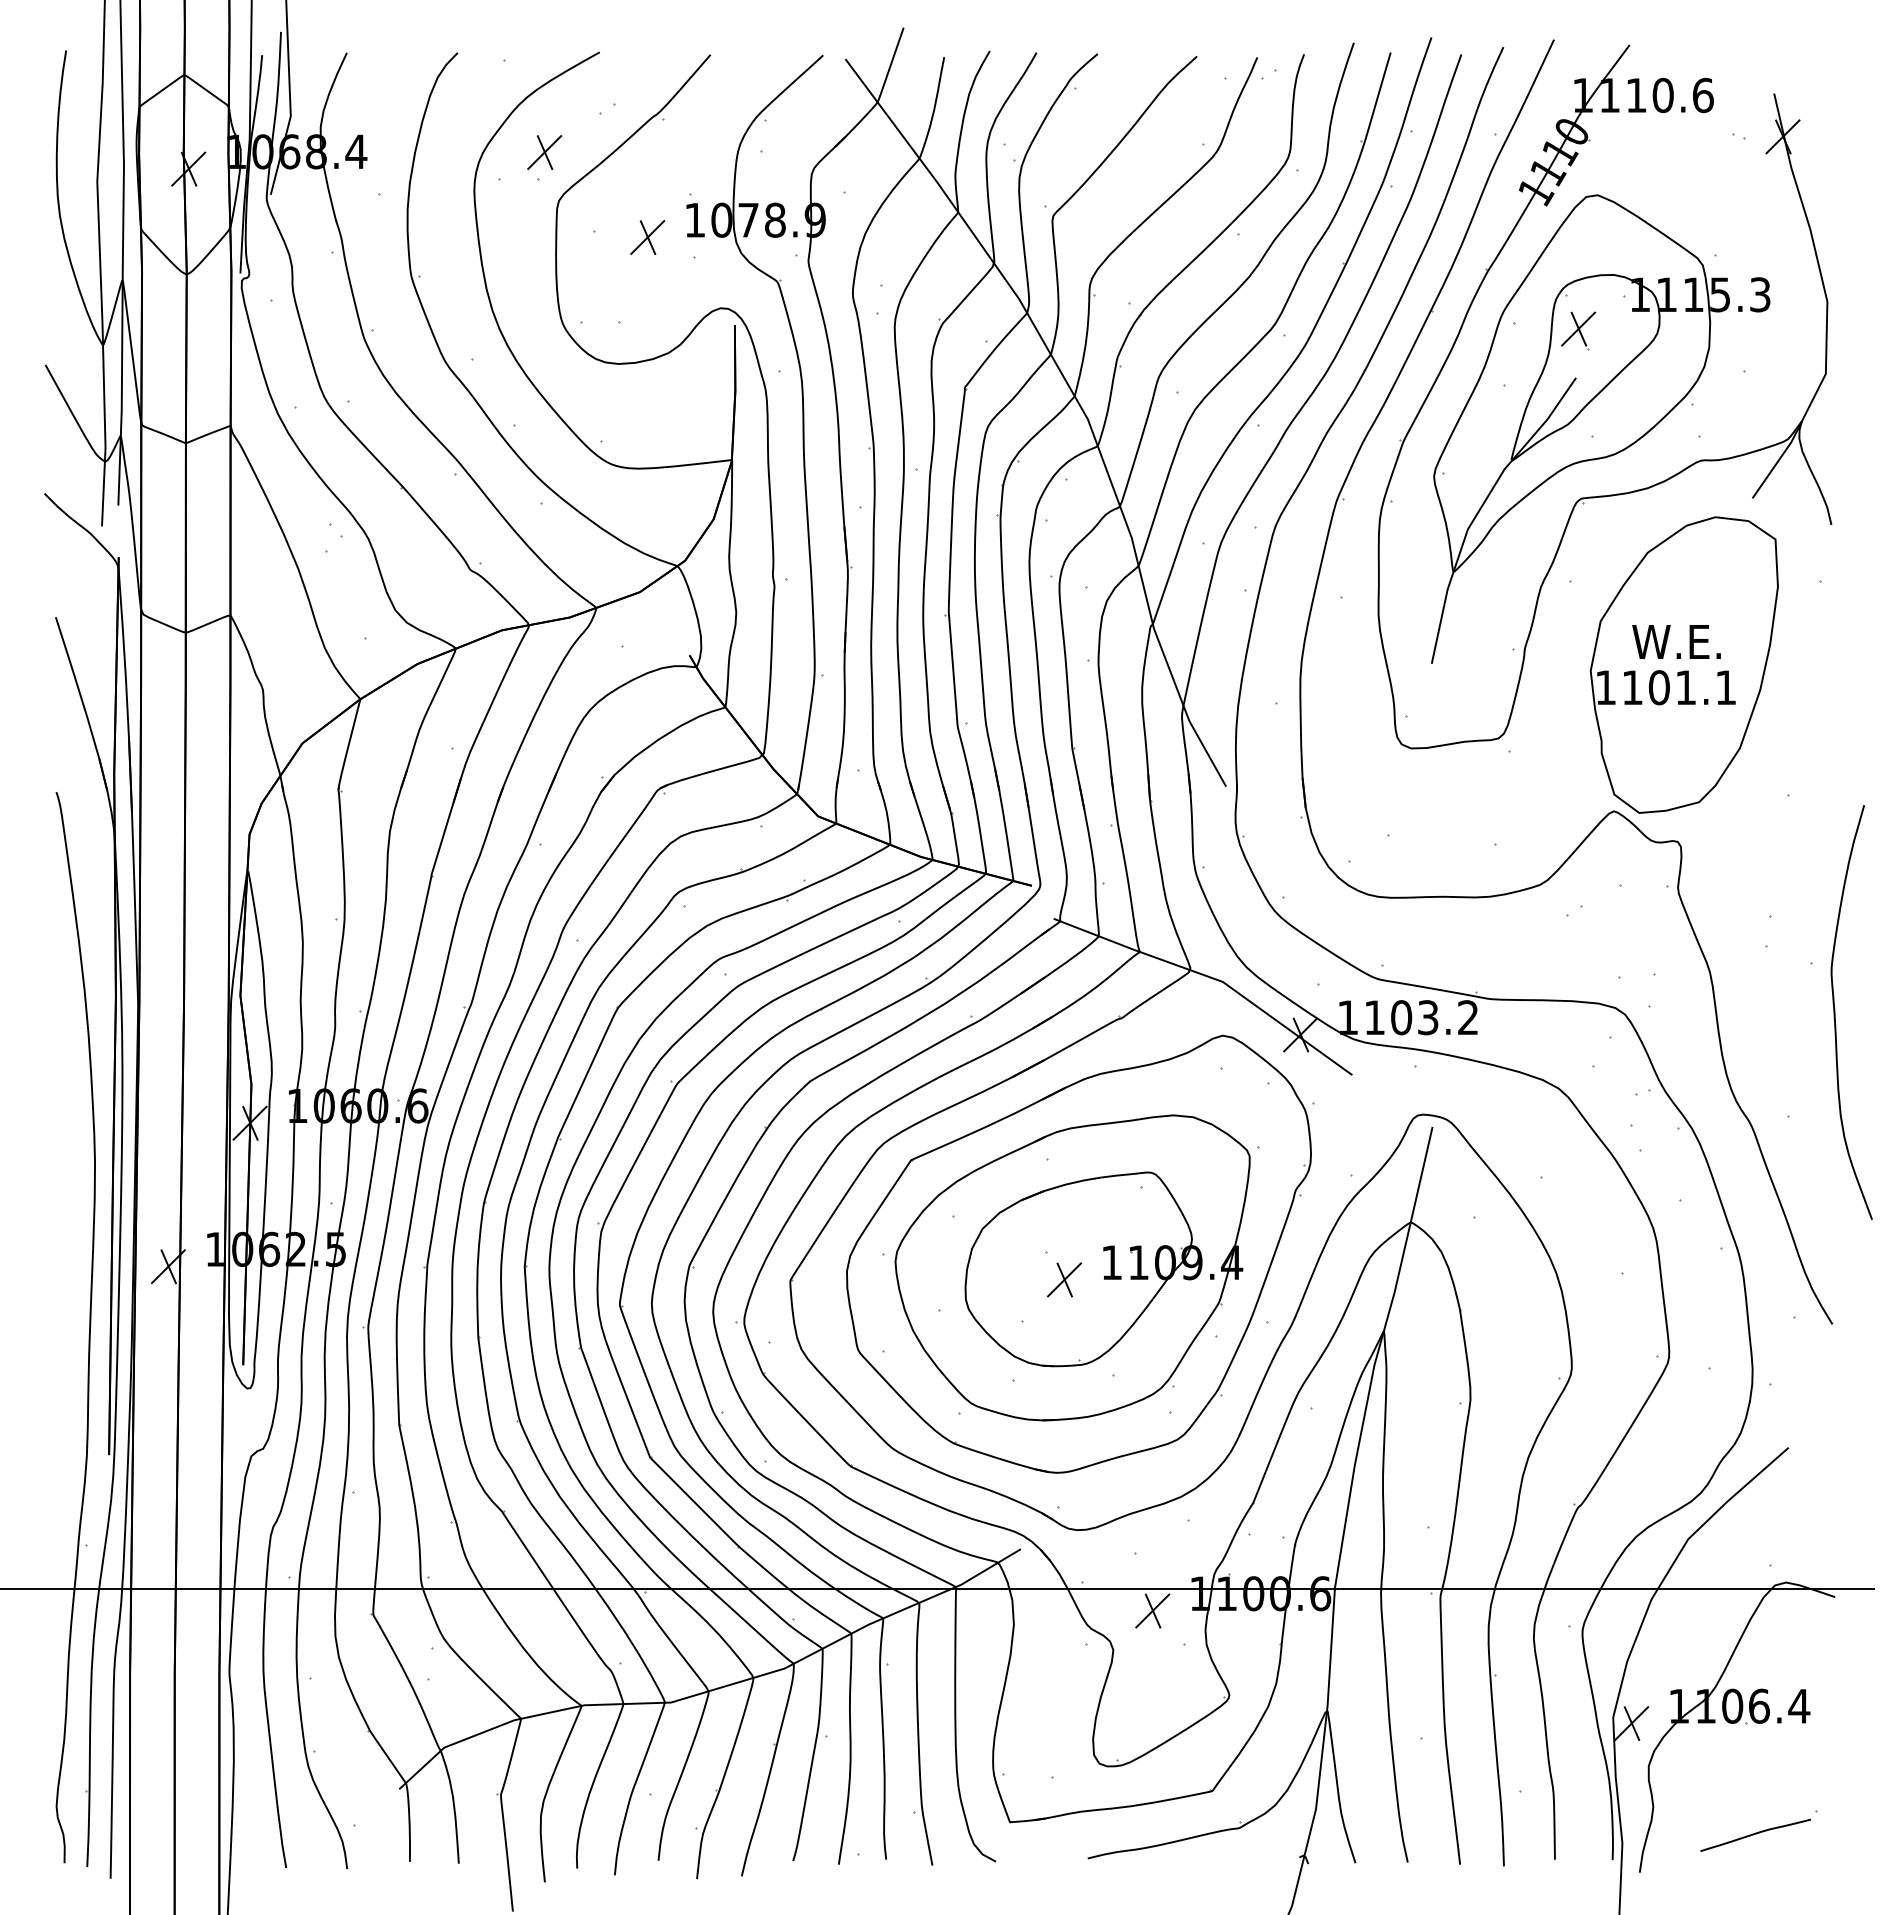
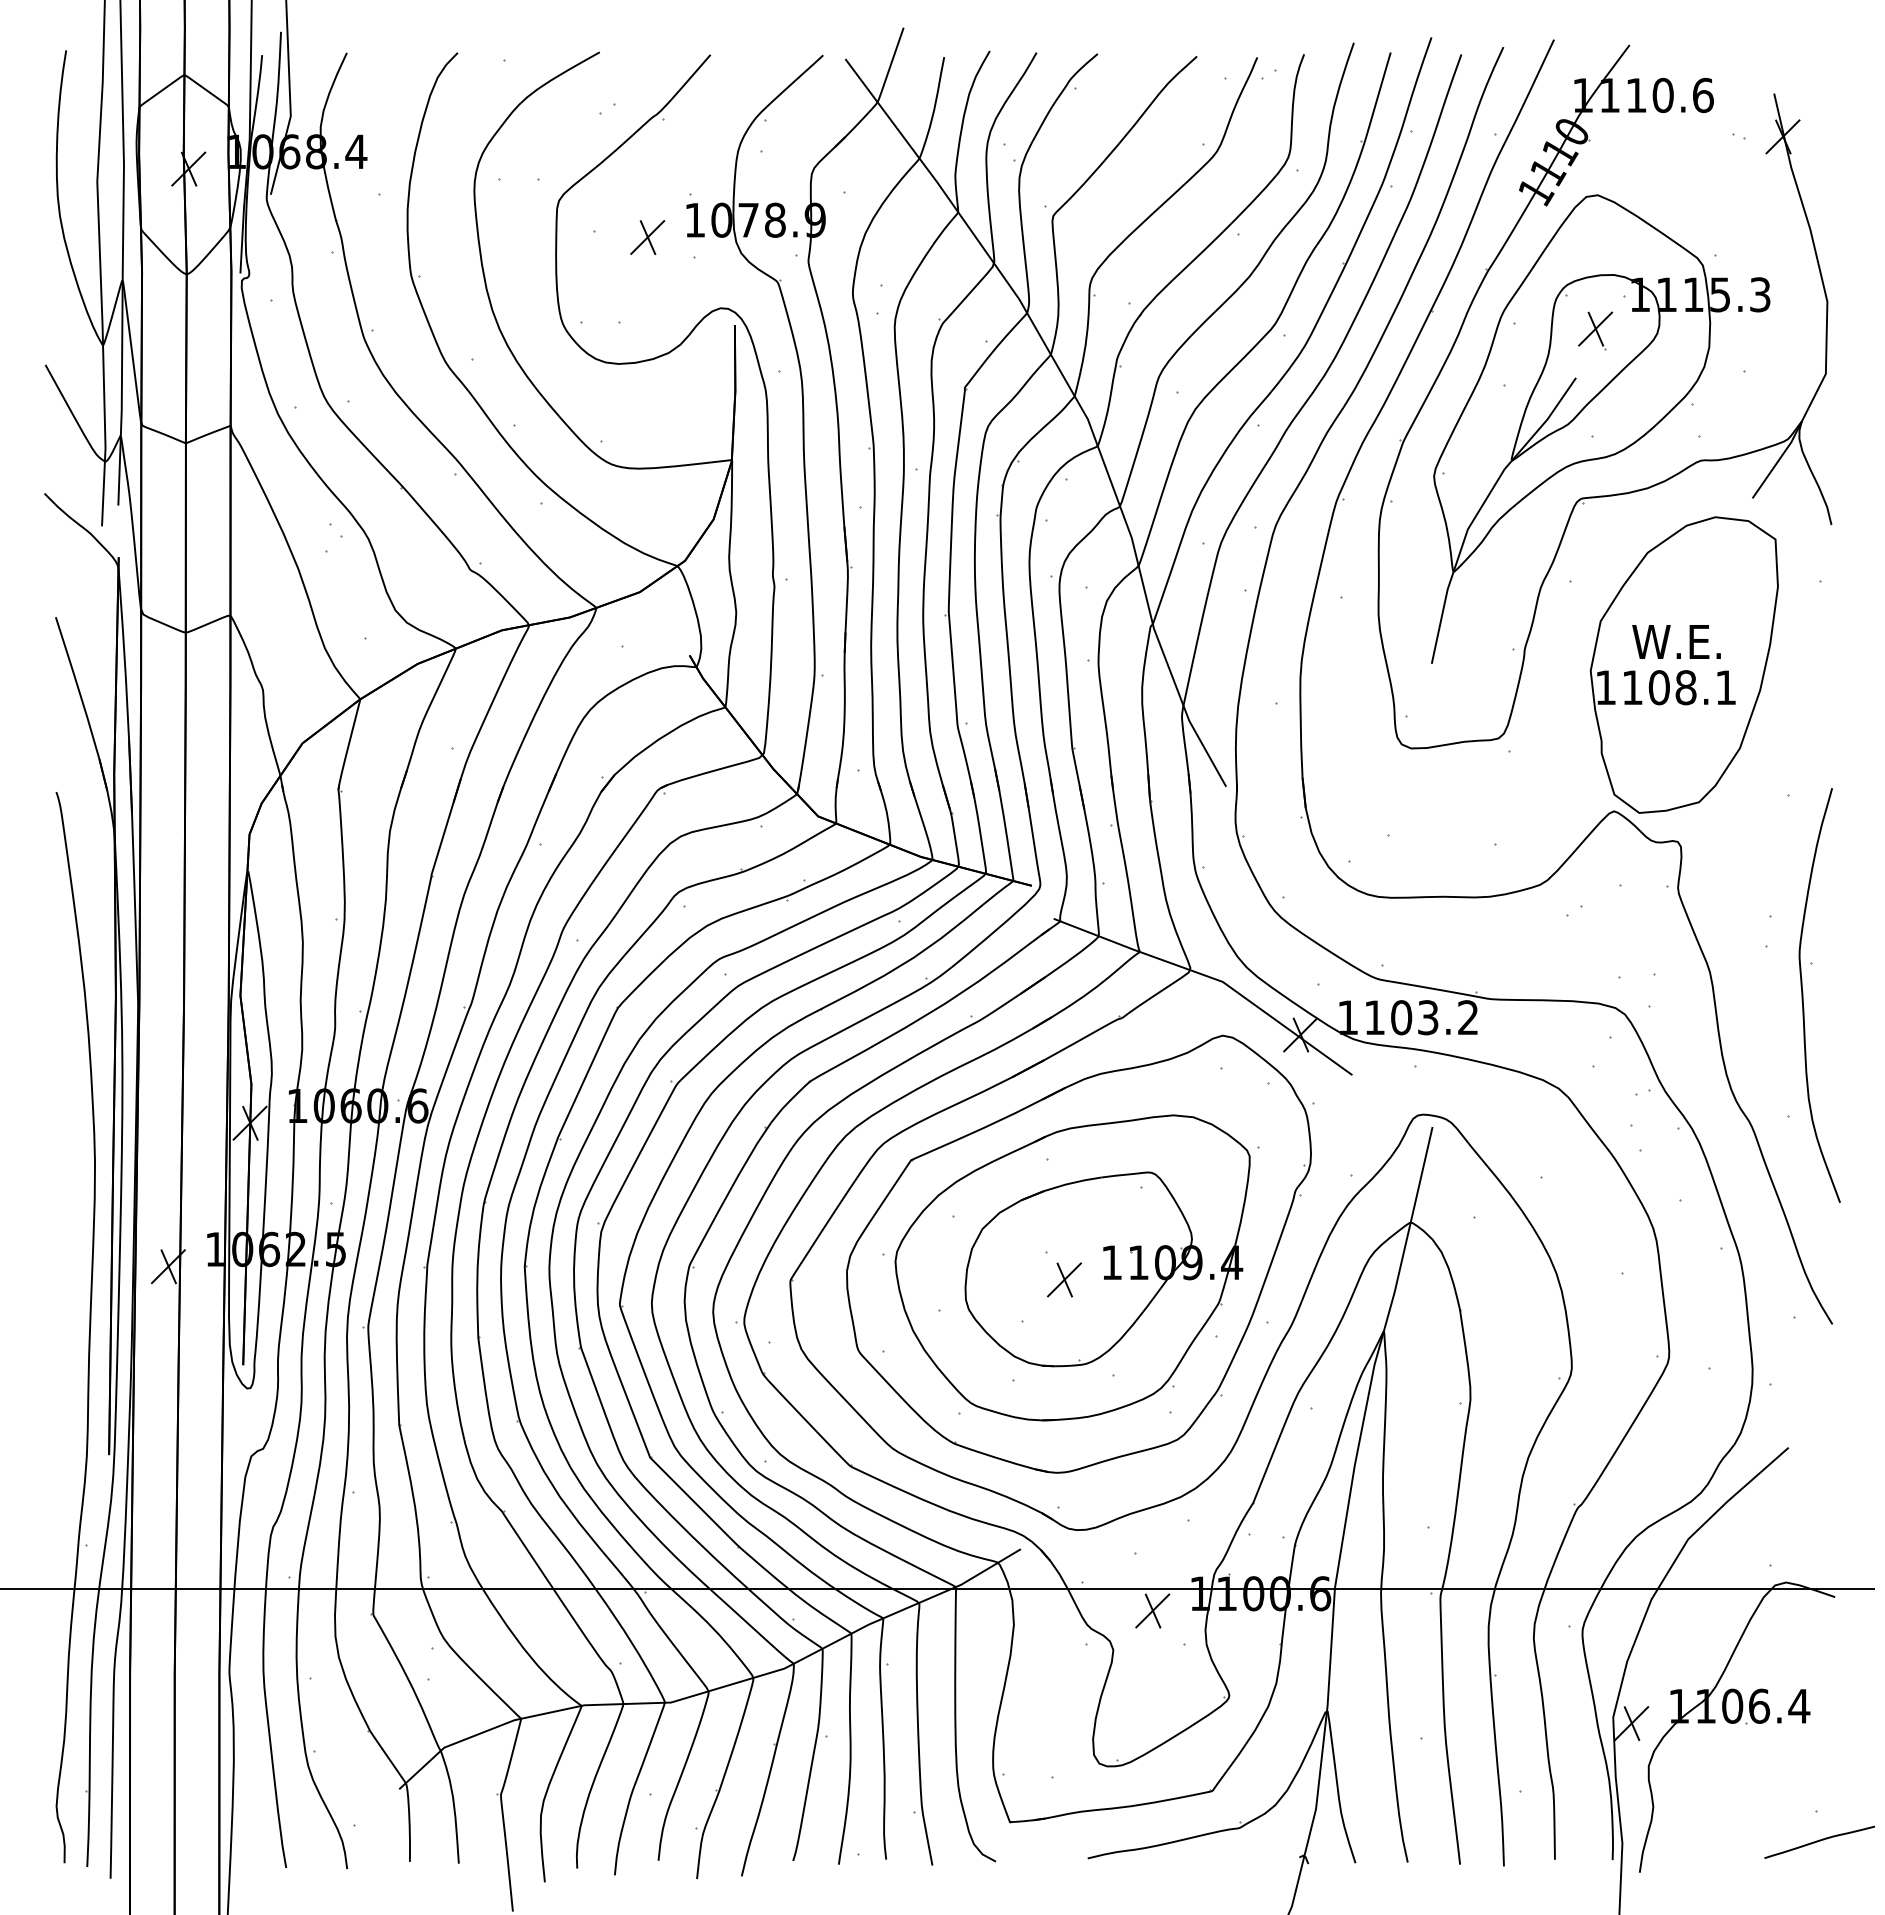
part at (544, 152): present -> none
part at (1578, 330) position: (1578, 330) -> (1595, 330)
text at (1685, 687): 1101.1 -> 1108.1
curve at (1835, 1012) position: (1835, 1012) -> (1803, 995)
curve at (1755, 1834) position: (1755, 1834) -> (1819, 1841)
